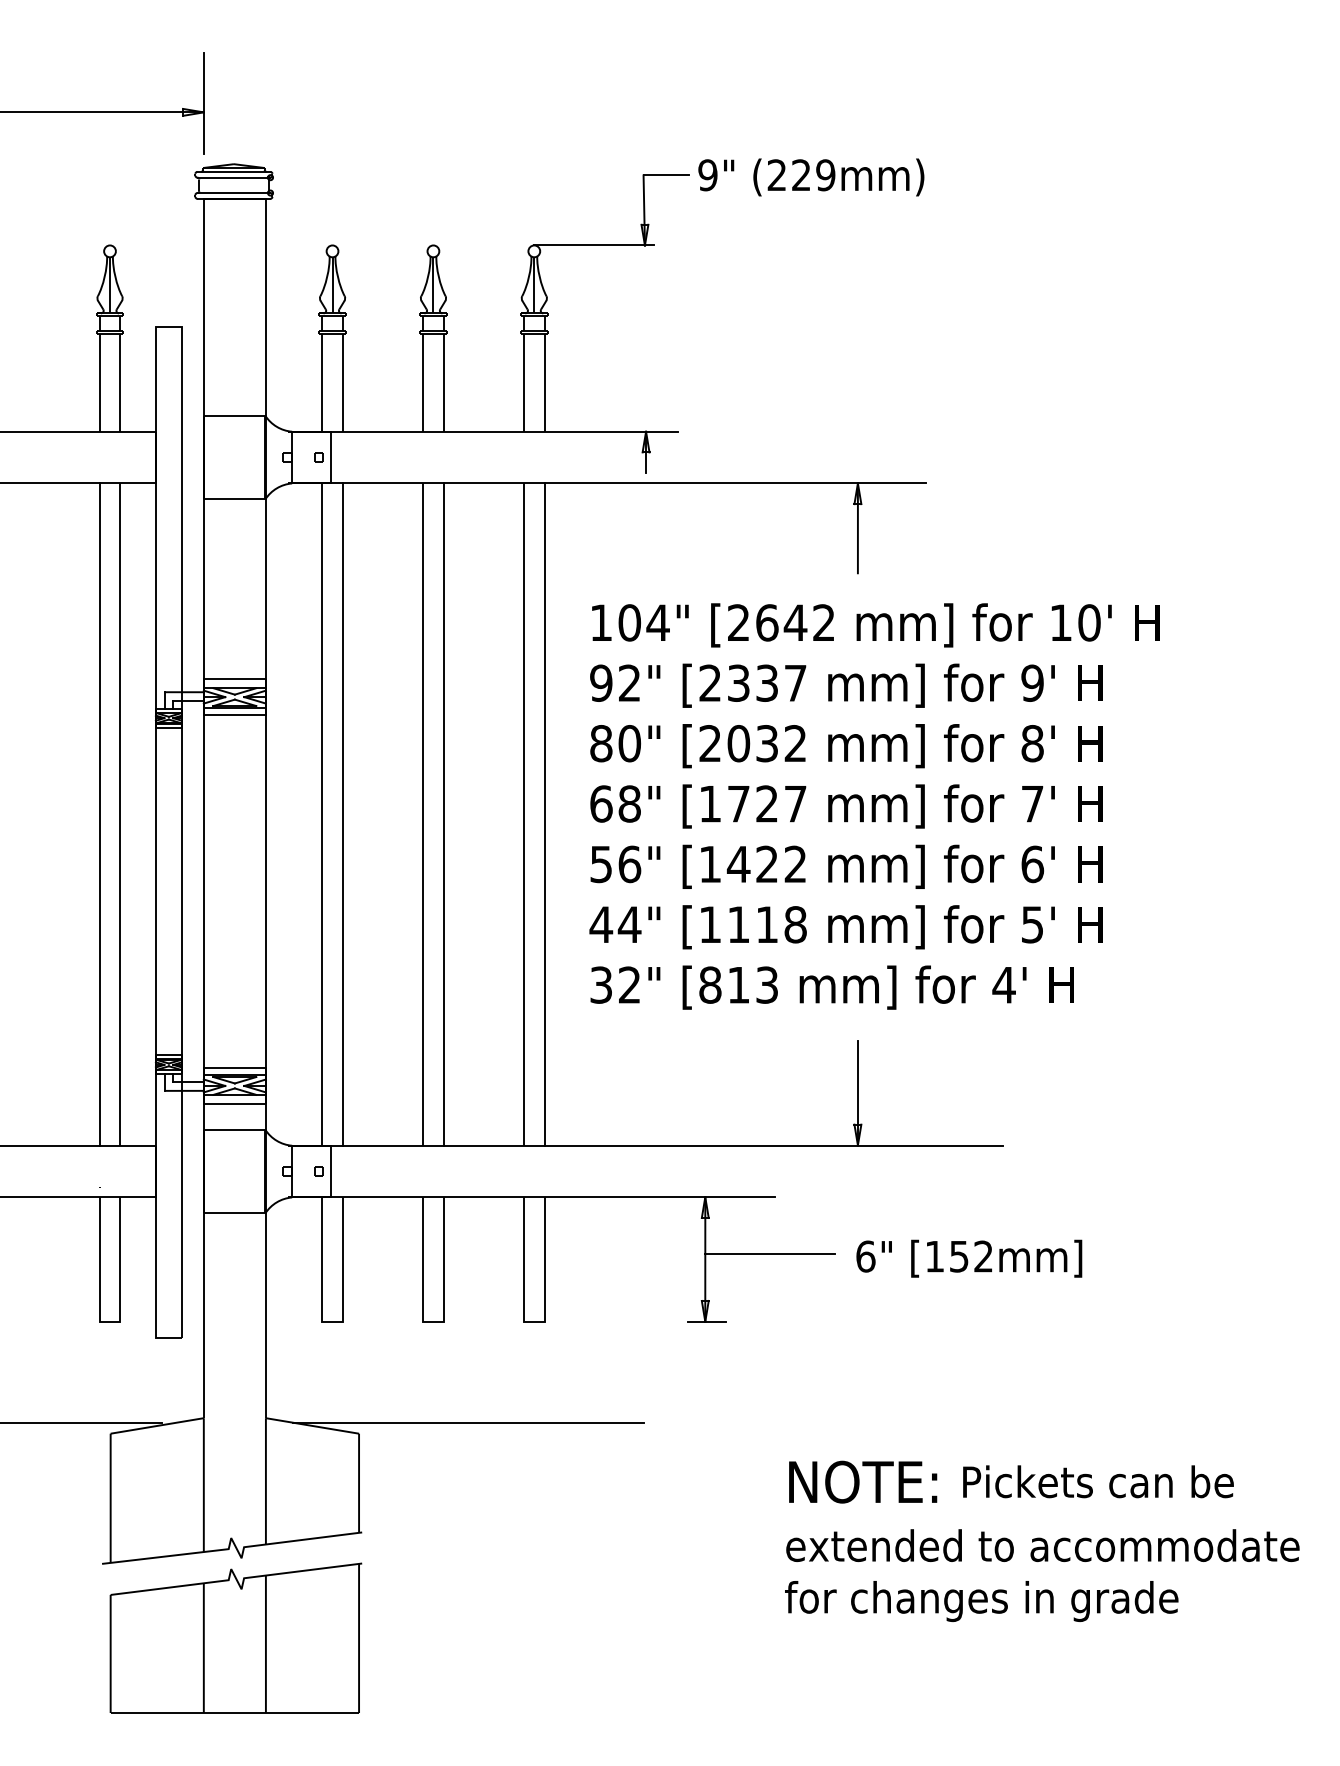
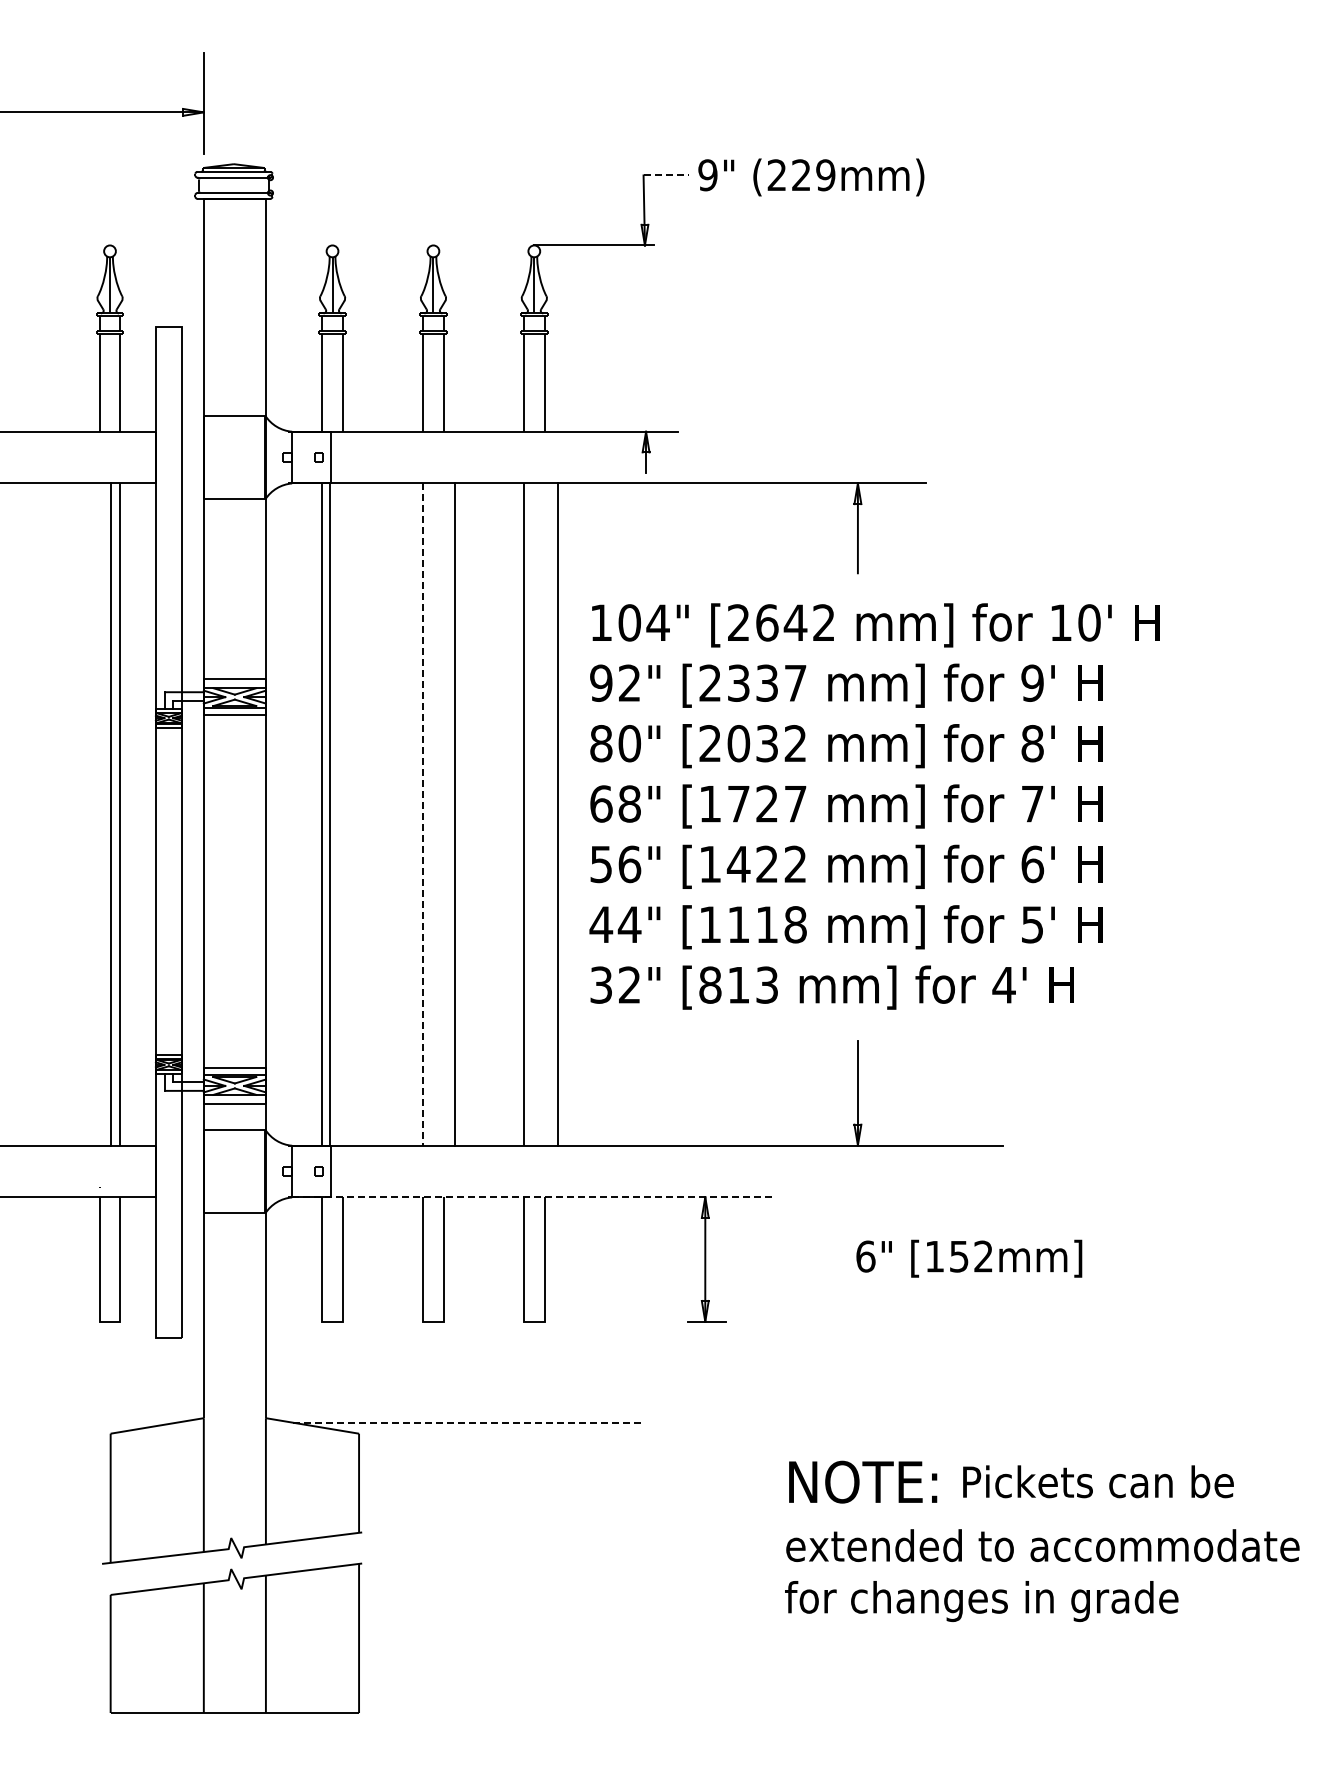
line at (666, 175): solid -> dashed
line at (99, 814) position: (99, 814) -> (110, 814)
line at (342, 814) position: (342, 814) -> (329, 814)
line at (443, 814) position: (443, 814) -> (454, 814)
line at (544, 814) position: (544, 814) -> (557, 814)
line at (423, 815): solid -> dashed
line at (533, 1197): solid -> dashed
line at (769, 1253): present -> none
line at (81, 1423): present -> none
line at (468, 1423): solid -> dashed
